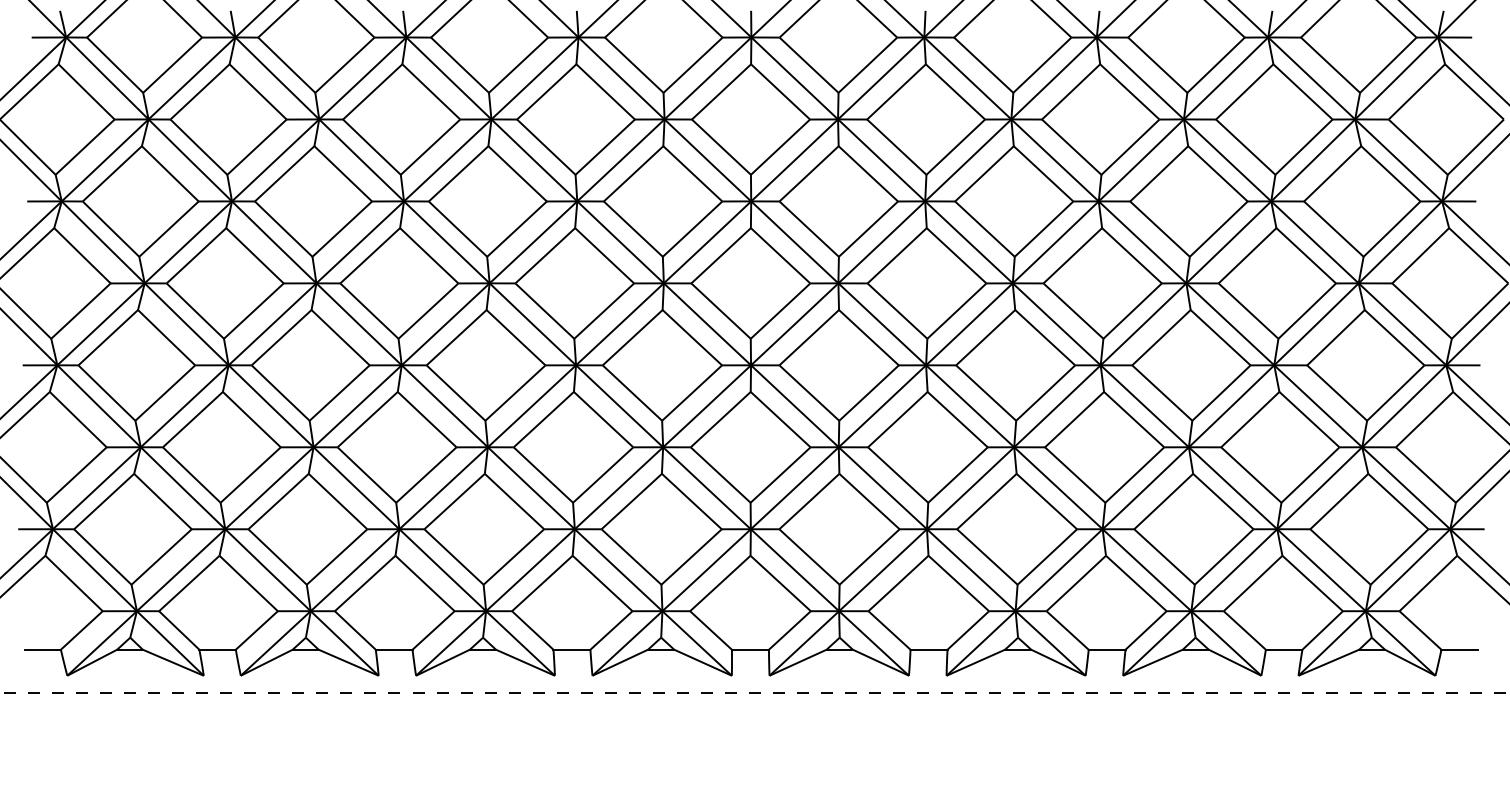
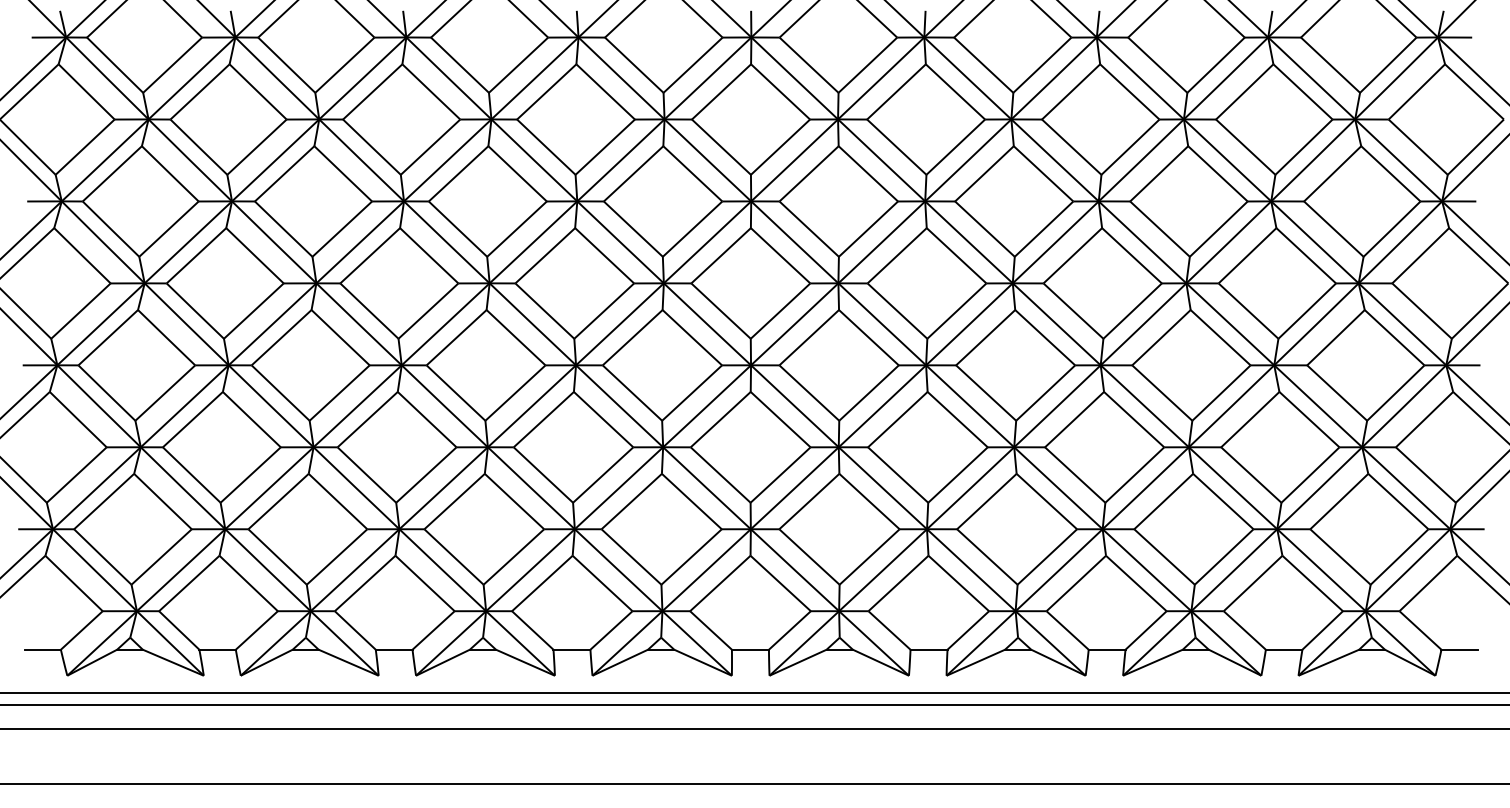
line at (755, 693): dashed -> solid
line at (754, 705): none -> present
line at (754, 729): none -> present
line at (754, 783): none -> present
